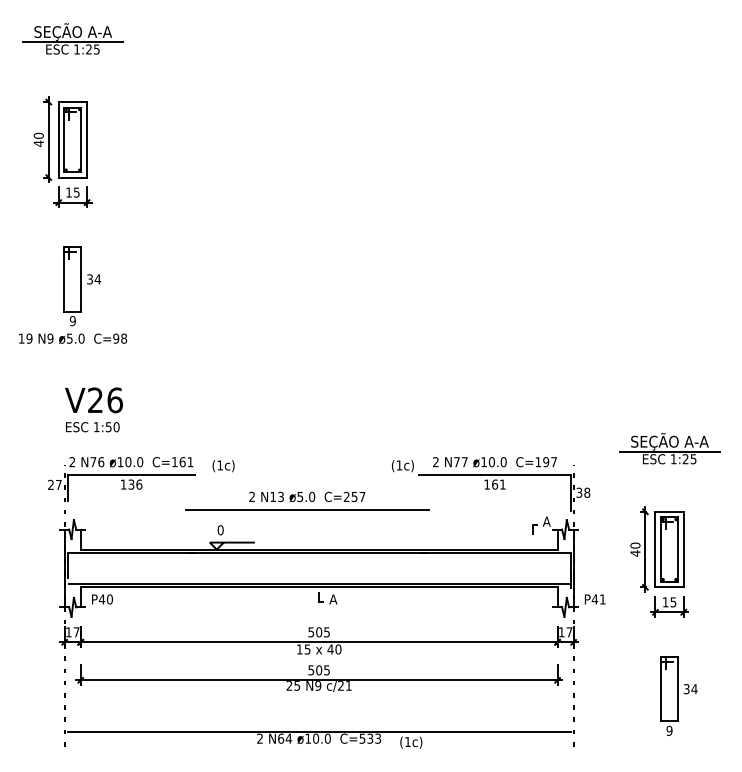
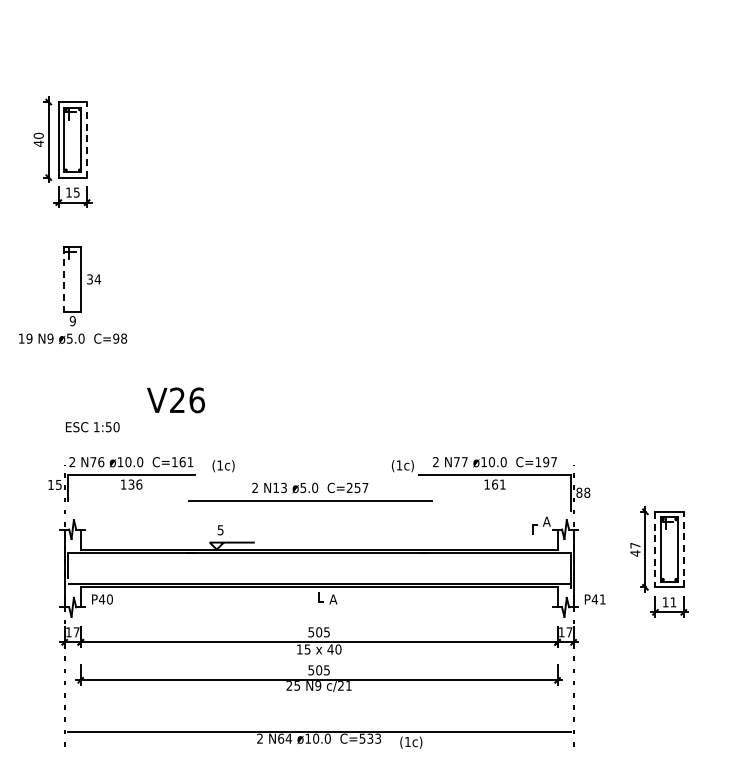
part at (72, 38): present -> none
line at (87, 139): solid -> dashed
line at (64, 279): solid -> dashed
text at (93, 400) position: (93, 400) -> (175, 400)
part at (669, 448): present -> none
text at (54, 484): 27 -> 15
text at (579, 492): 38 -> 88
part at (307, 500) position: (307, 500) -> (310, 491)
text at (220, 530): 0 -> 5
text at (635, 545): 40 -> 47
line at (655, 549): solid -> dashed
line at (683, 549): solid -> dashed
text at (673, 602): 15 -> 11
part at (678, 695): present -> none
